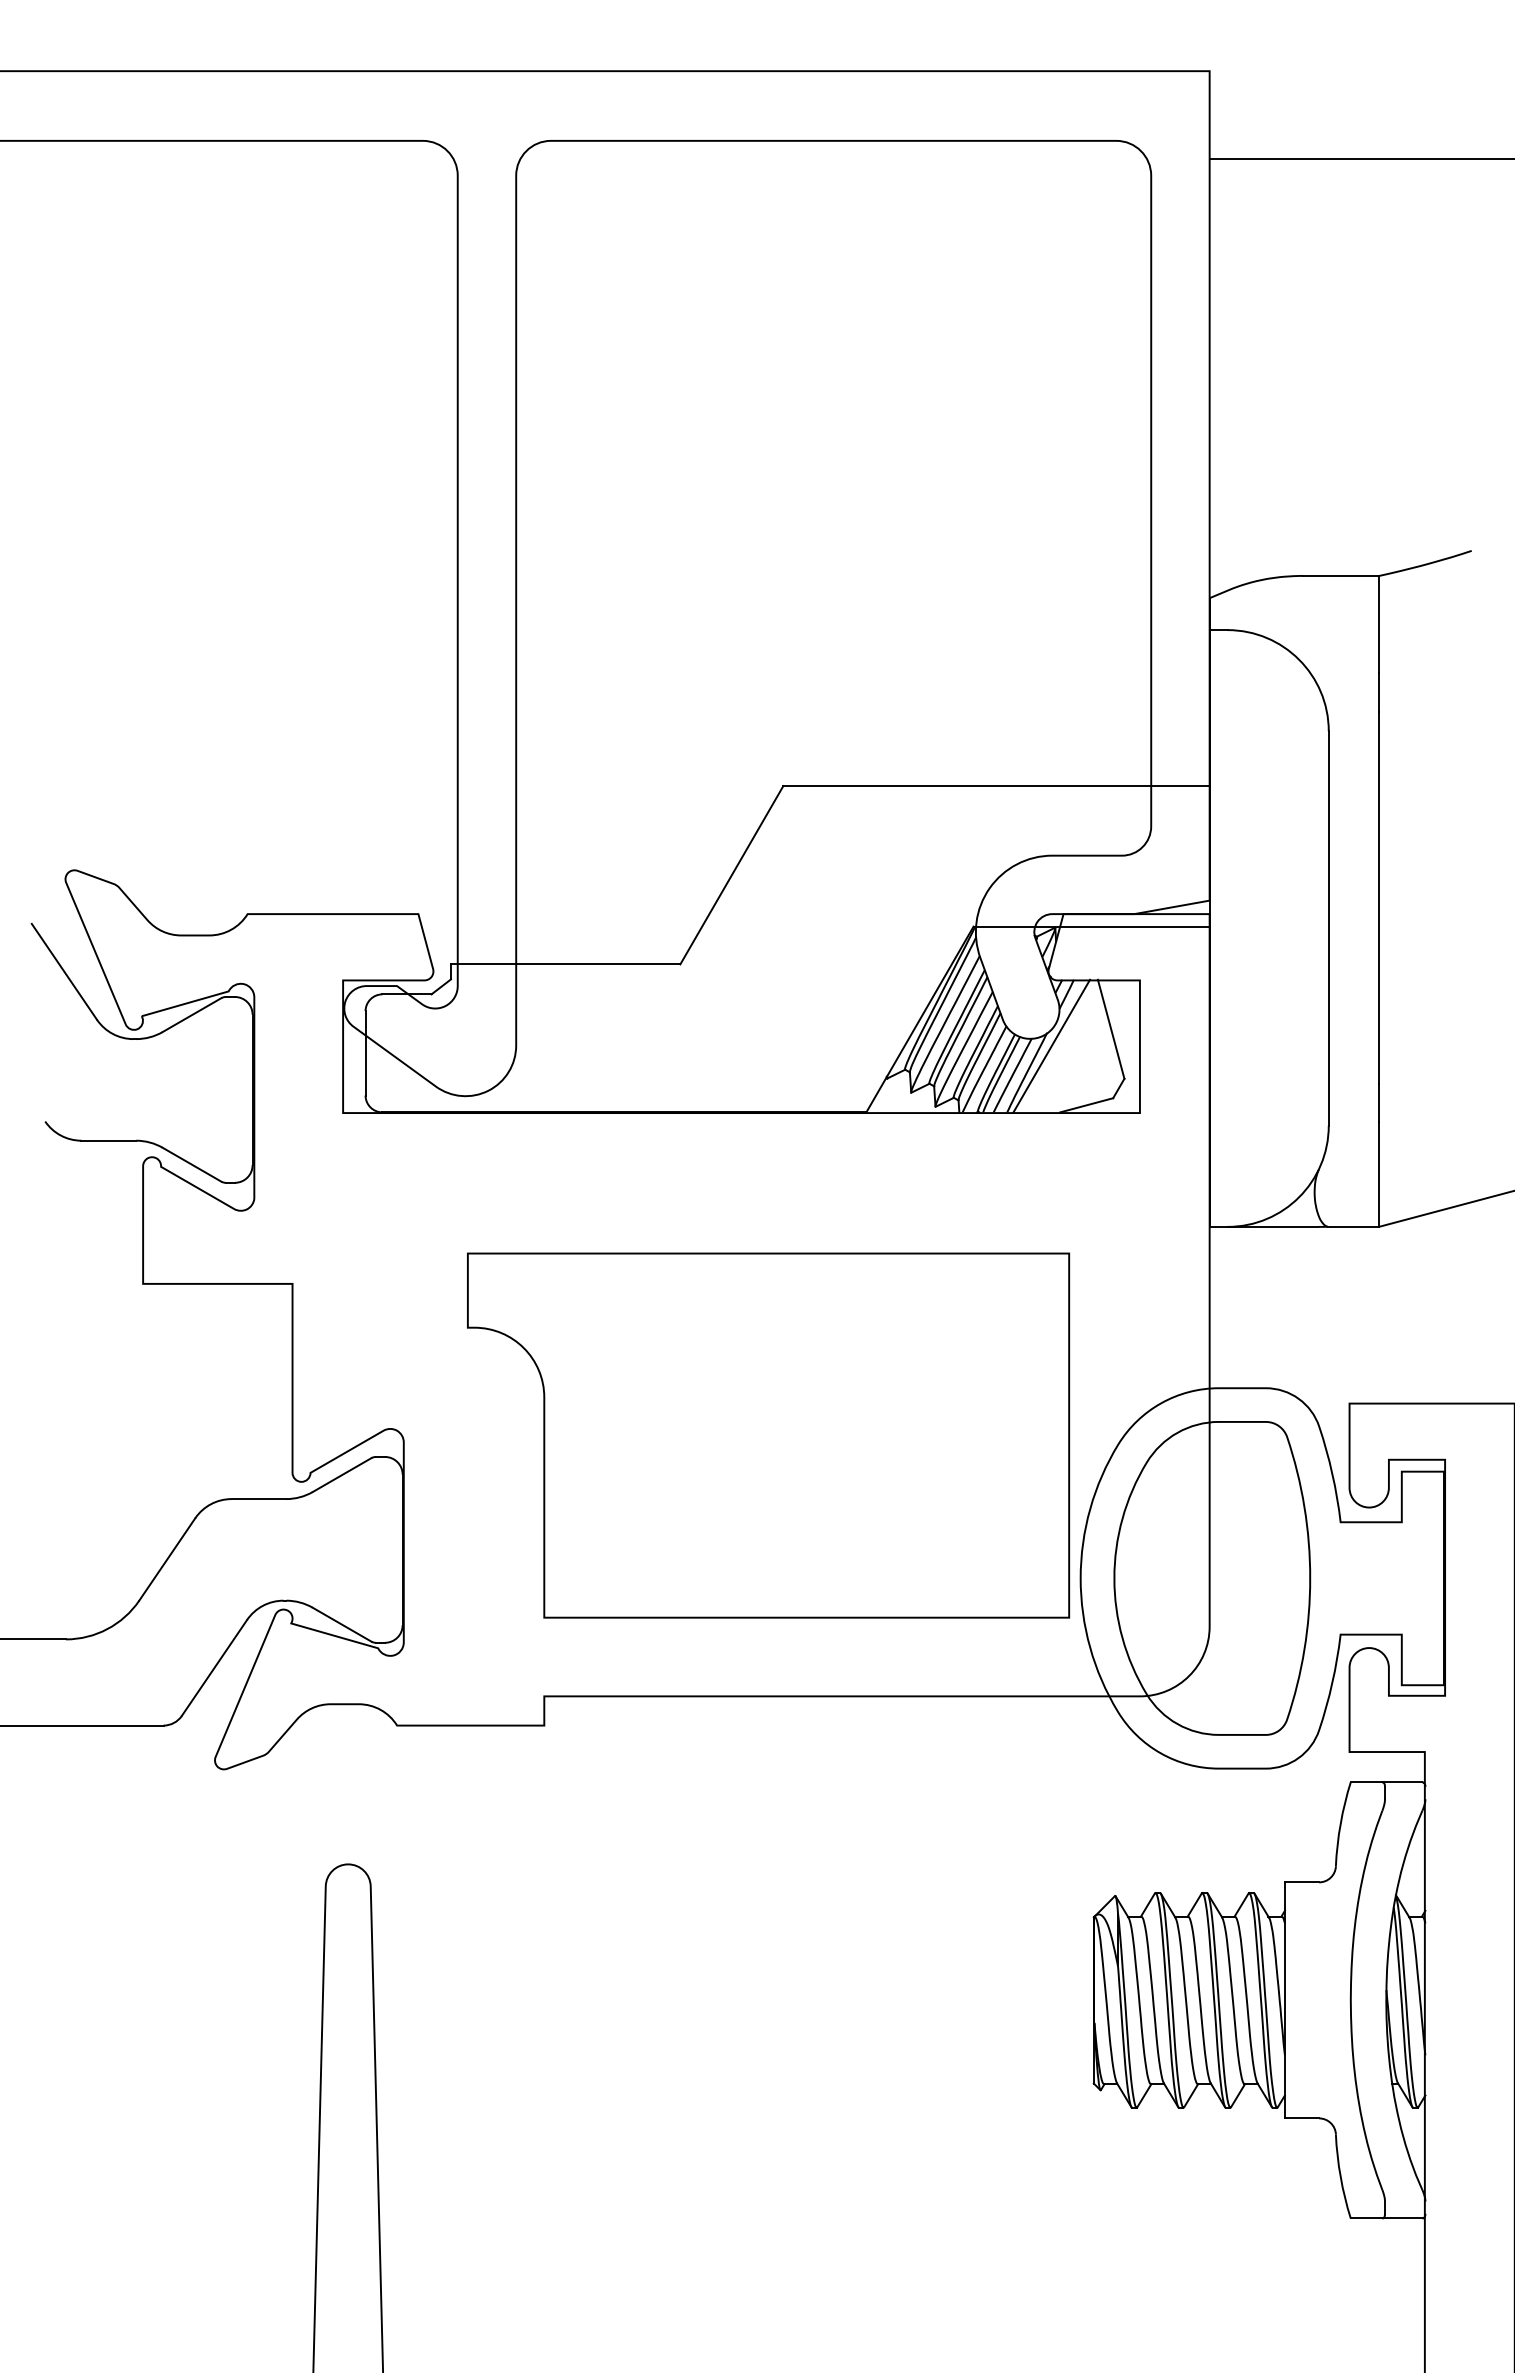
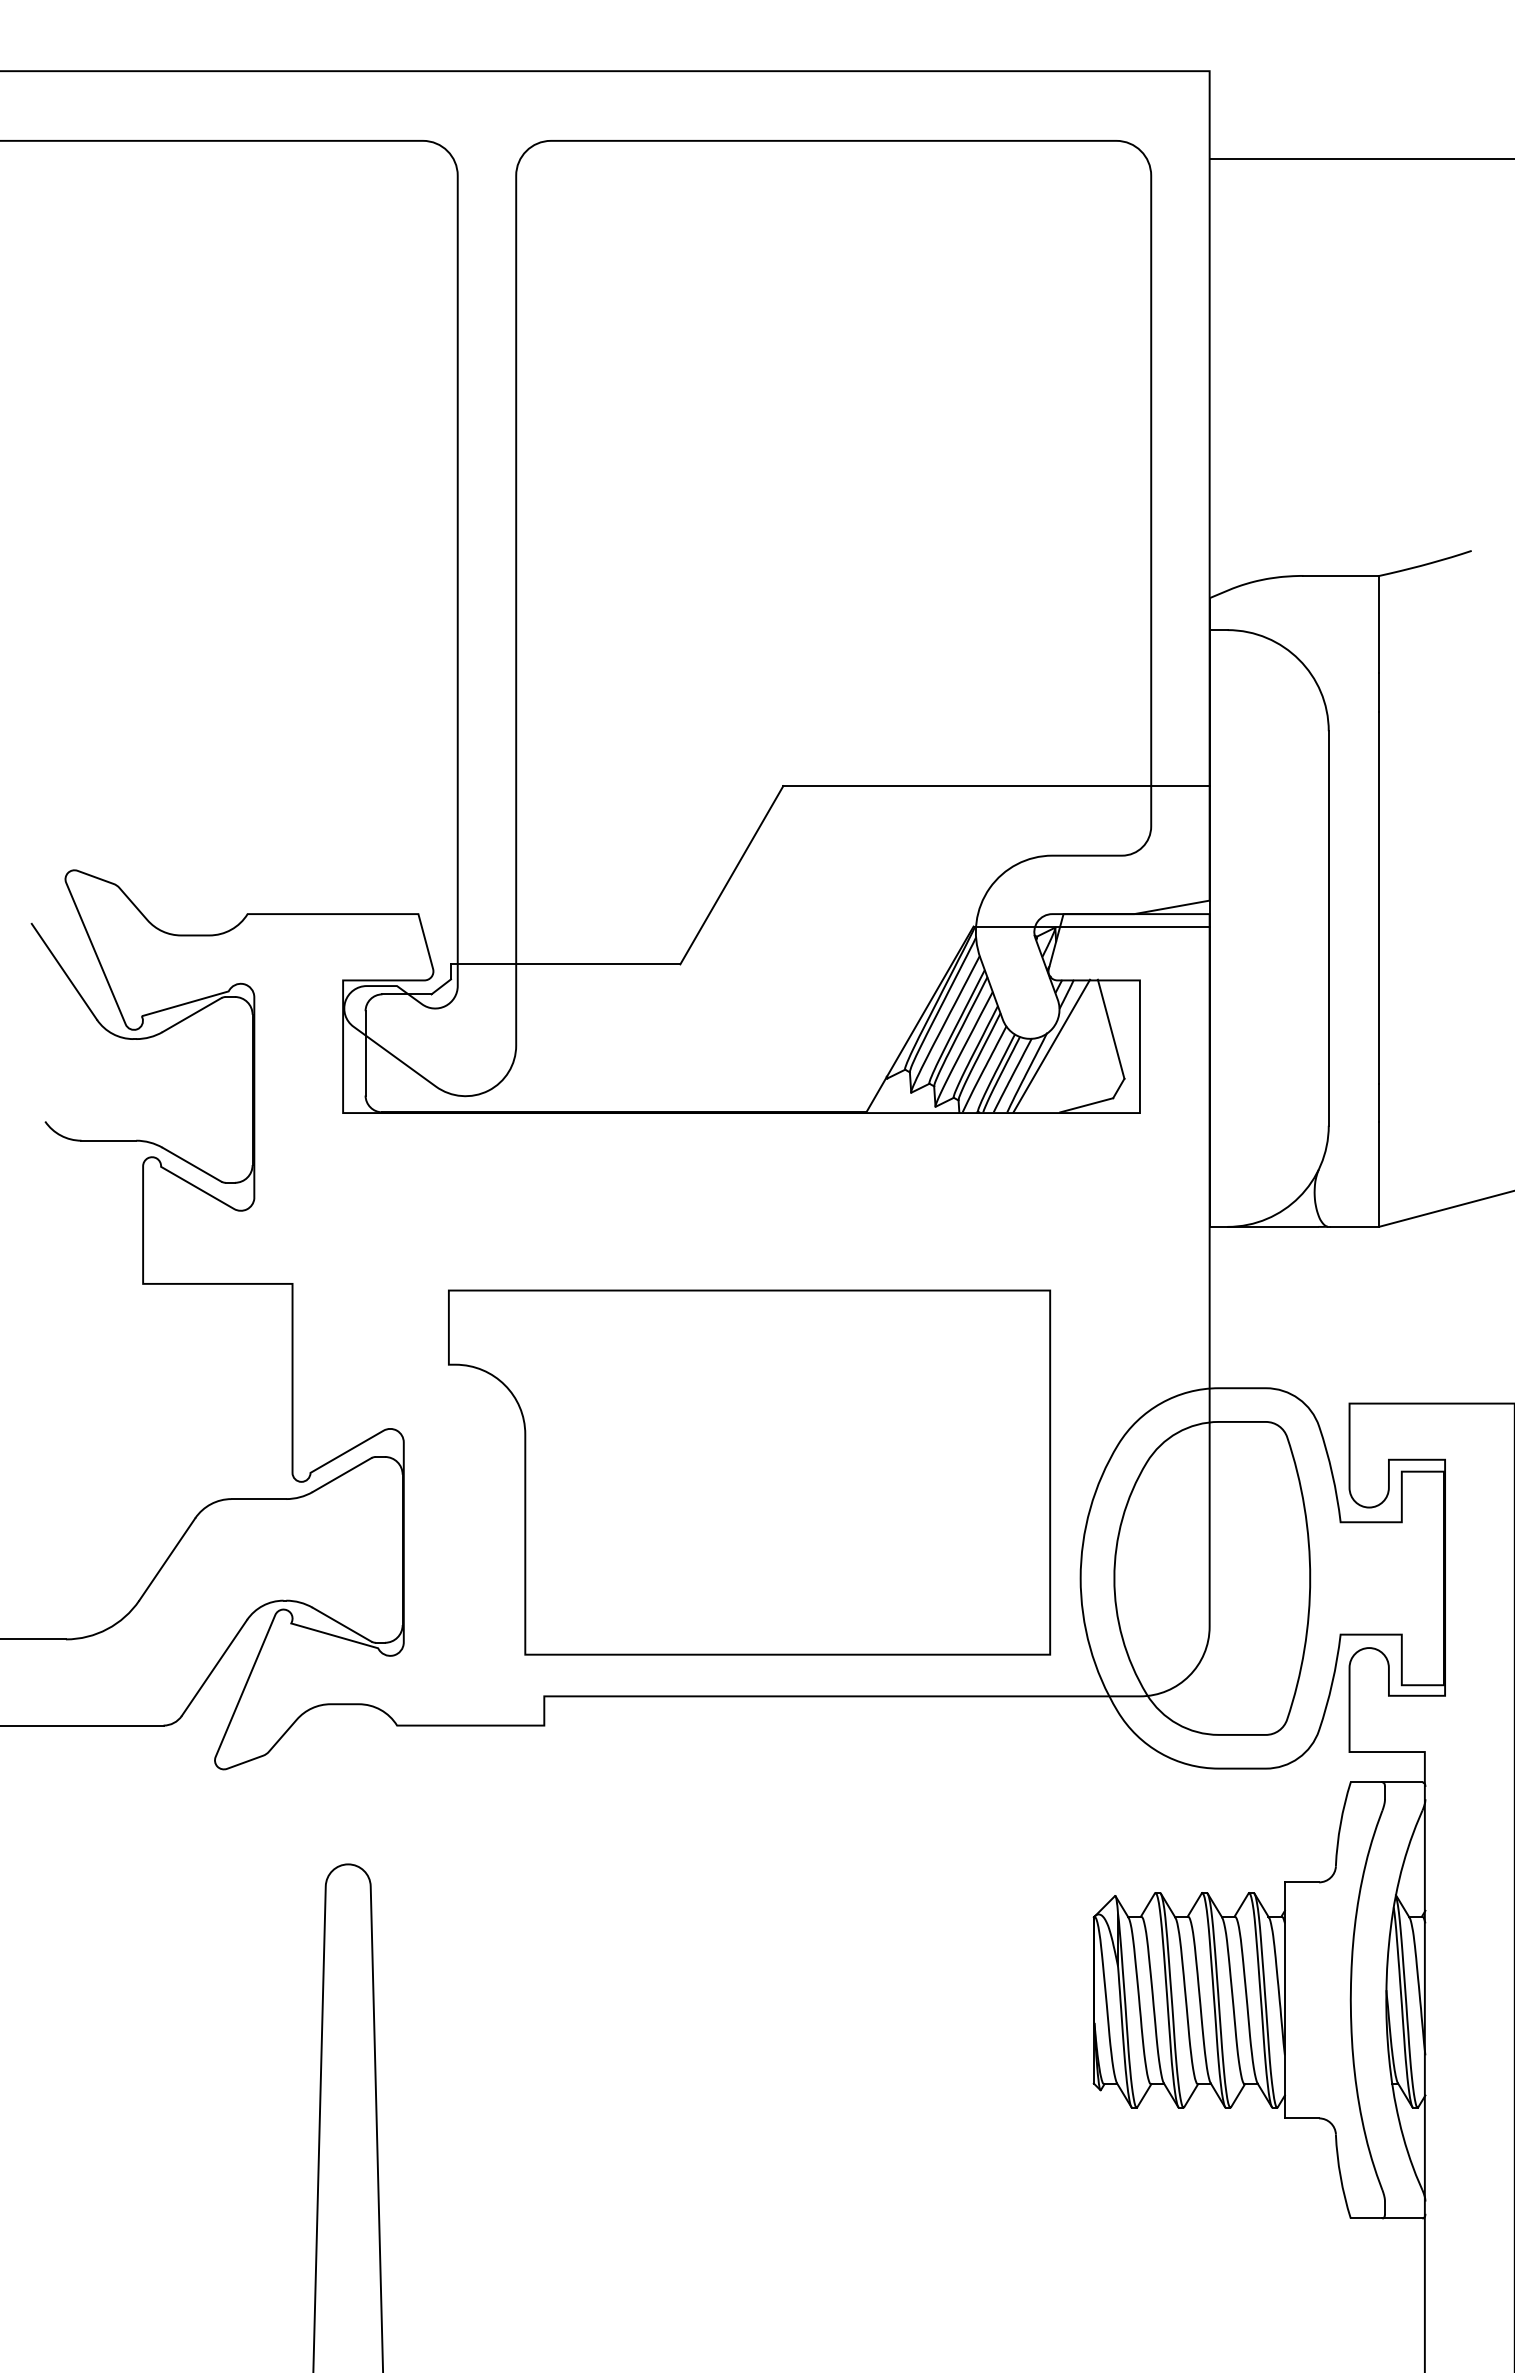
part at (768, 1435) position: (768, 1435) -> (749, 1472)
